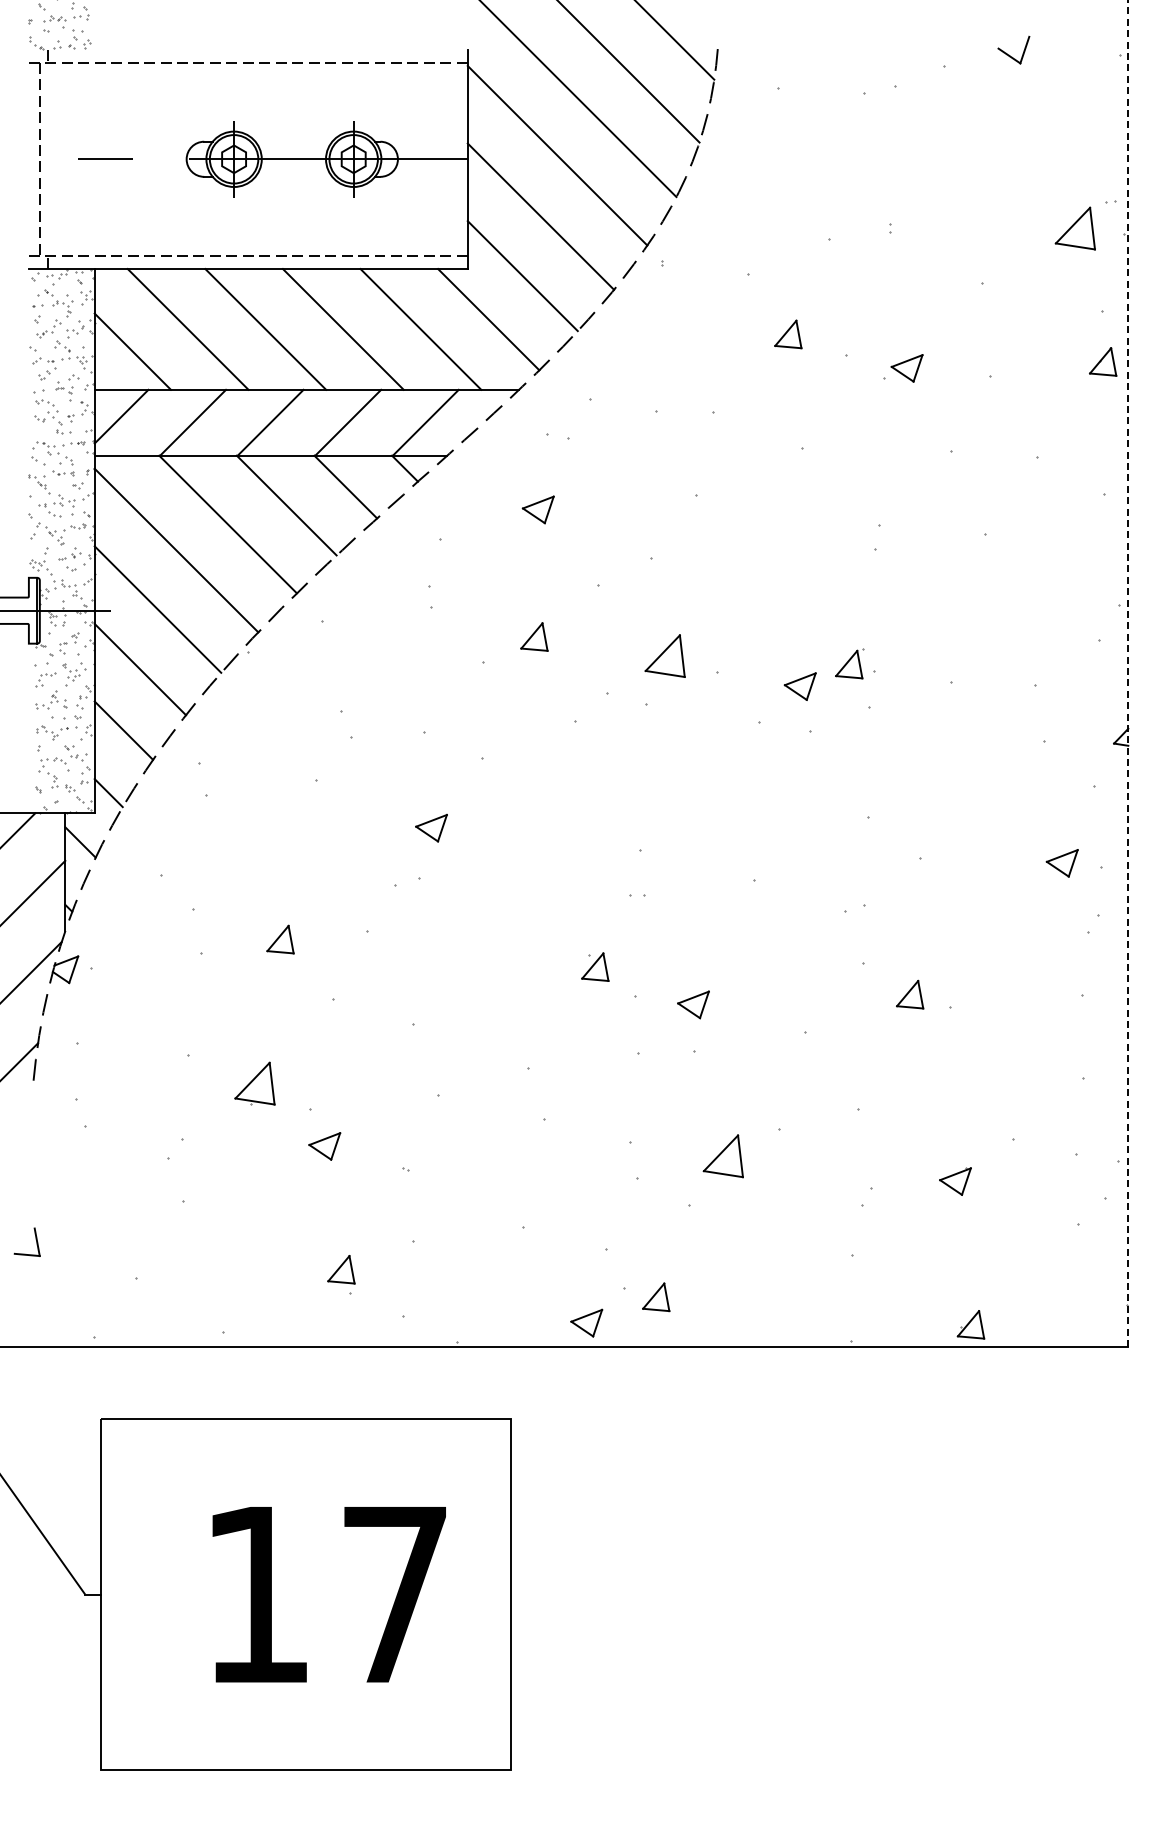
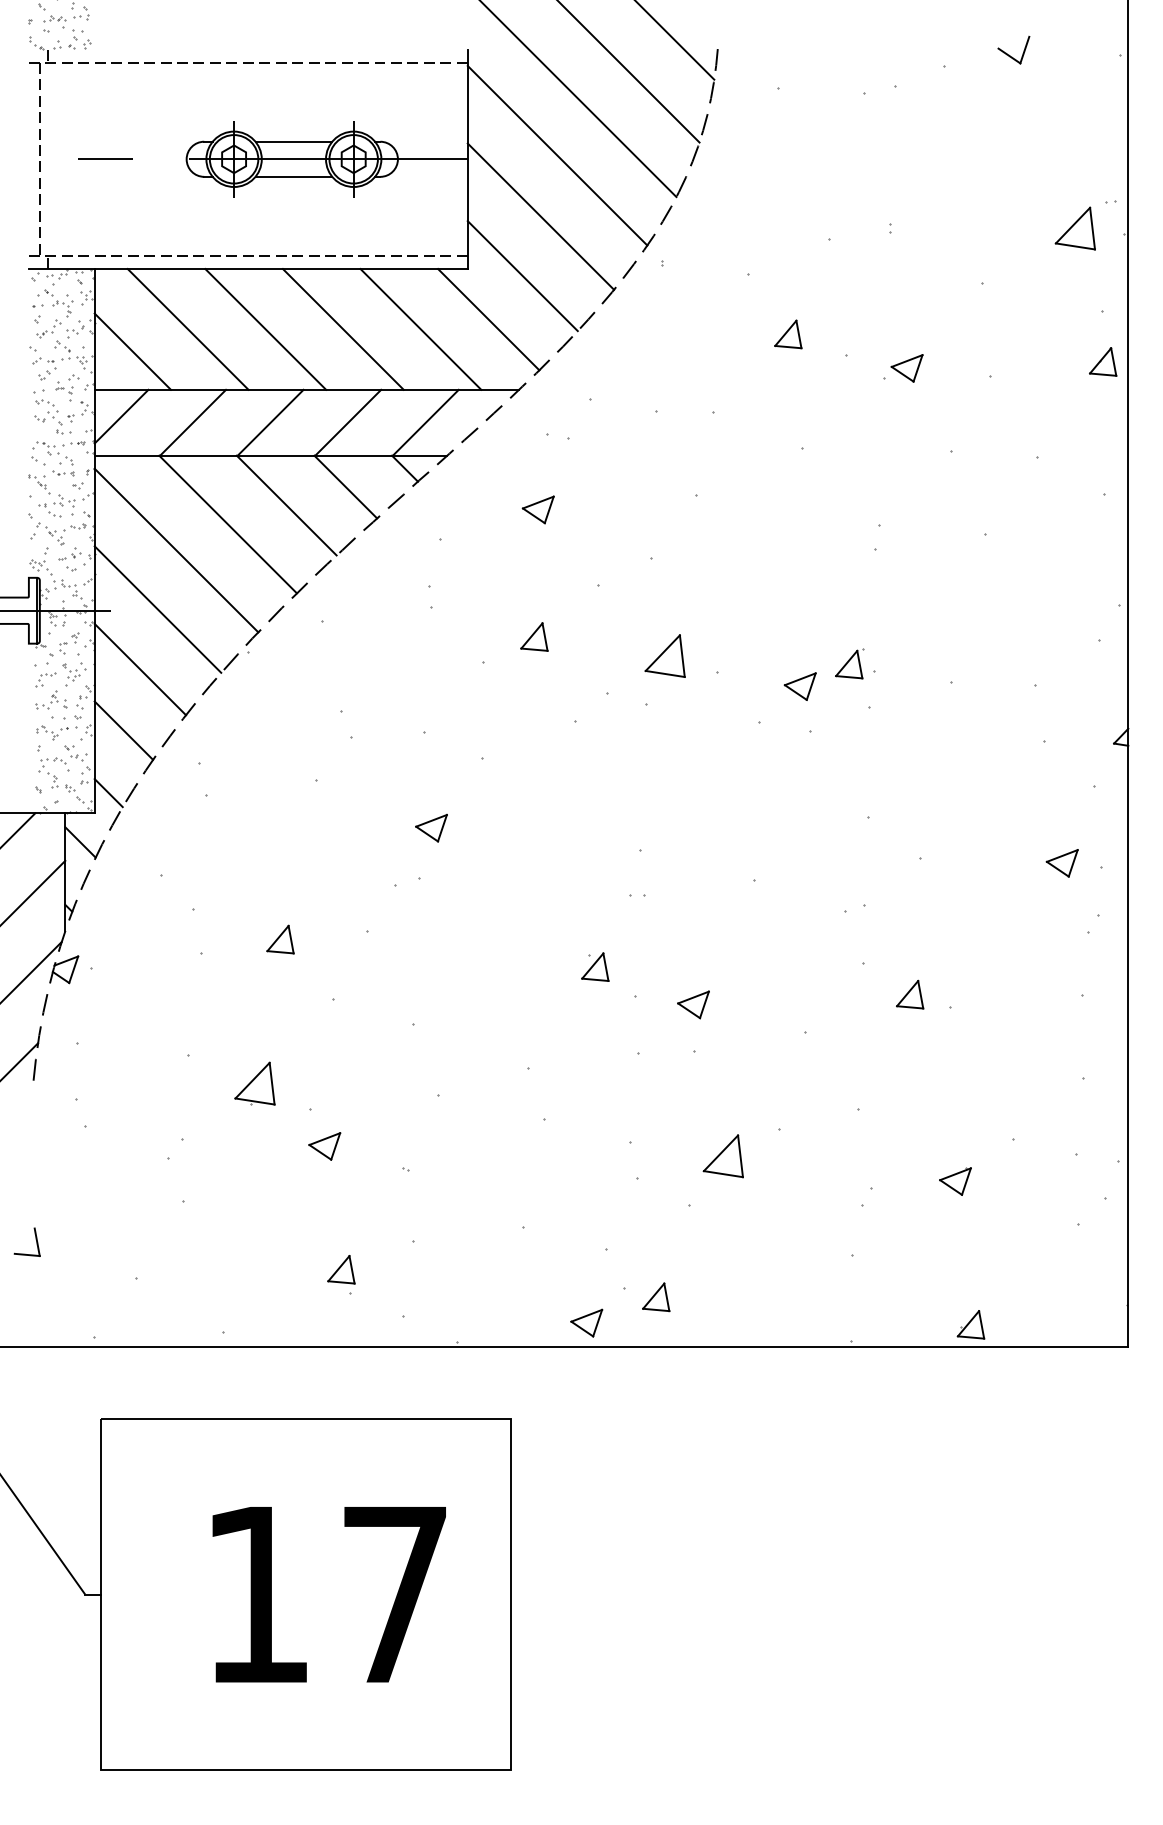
line at (293, 141): none -> present
line at (293, 176): none -> present
line at (1128, 673): dashed -> solid
